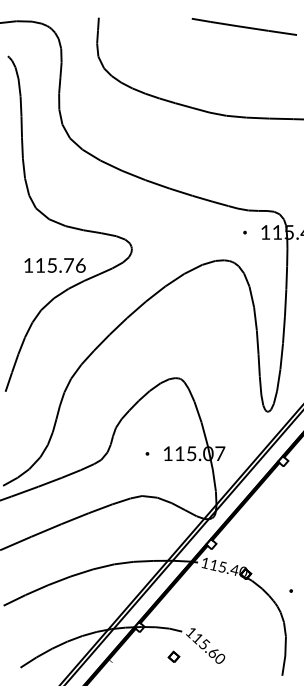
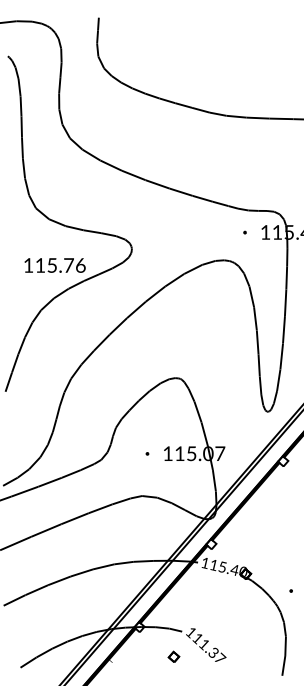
line at (243, 26): present -> none
text at (212, 651): 115.60 -> 111.37
